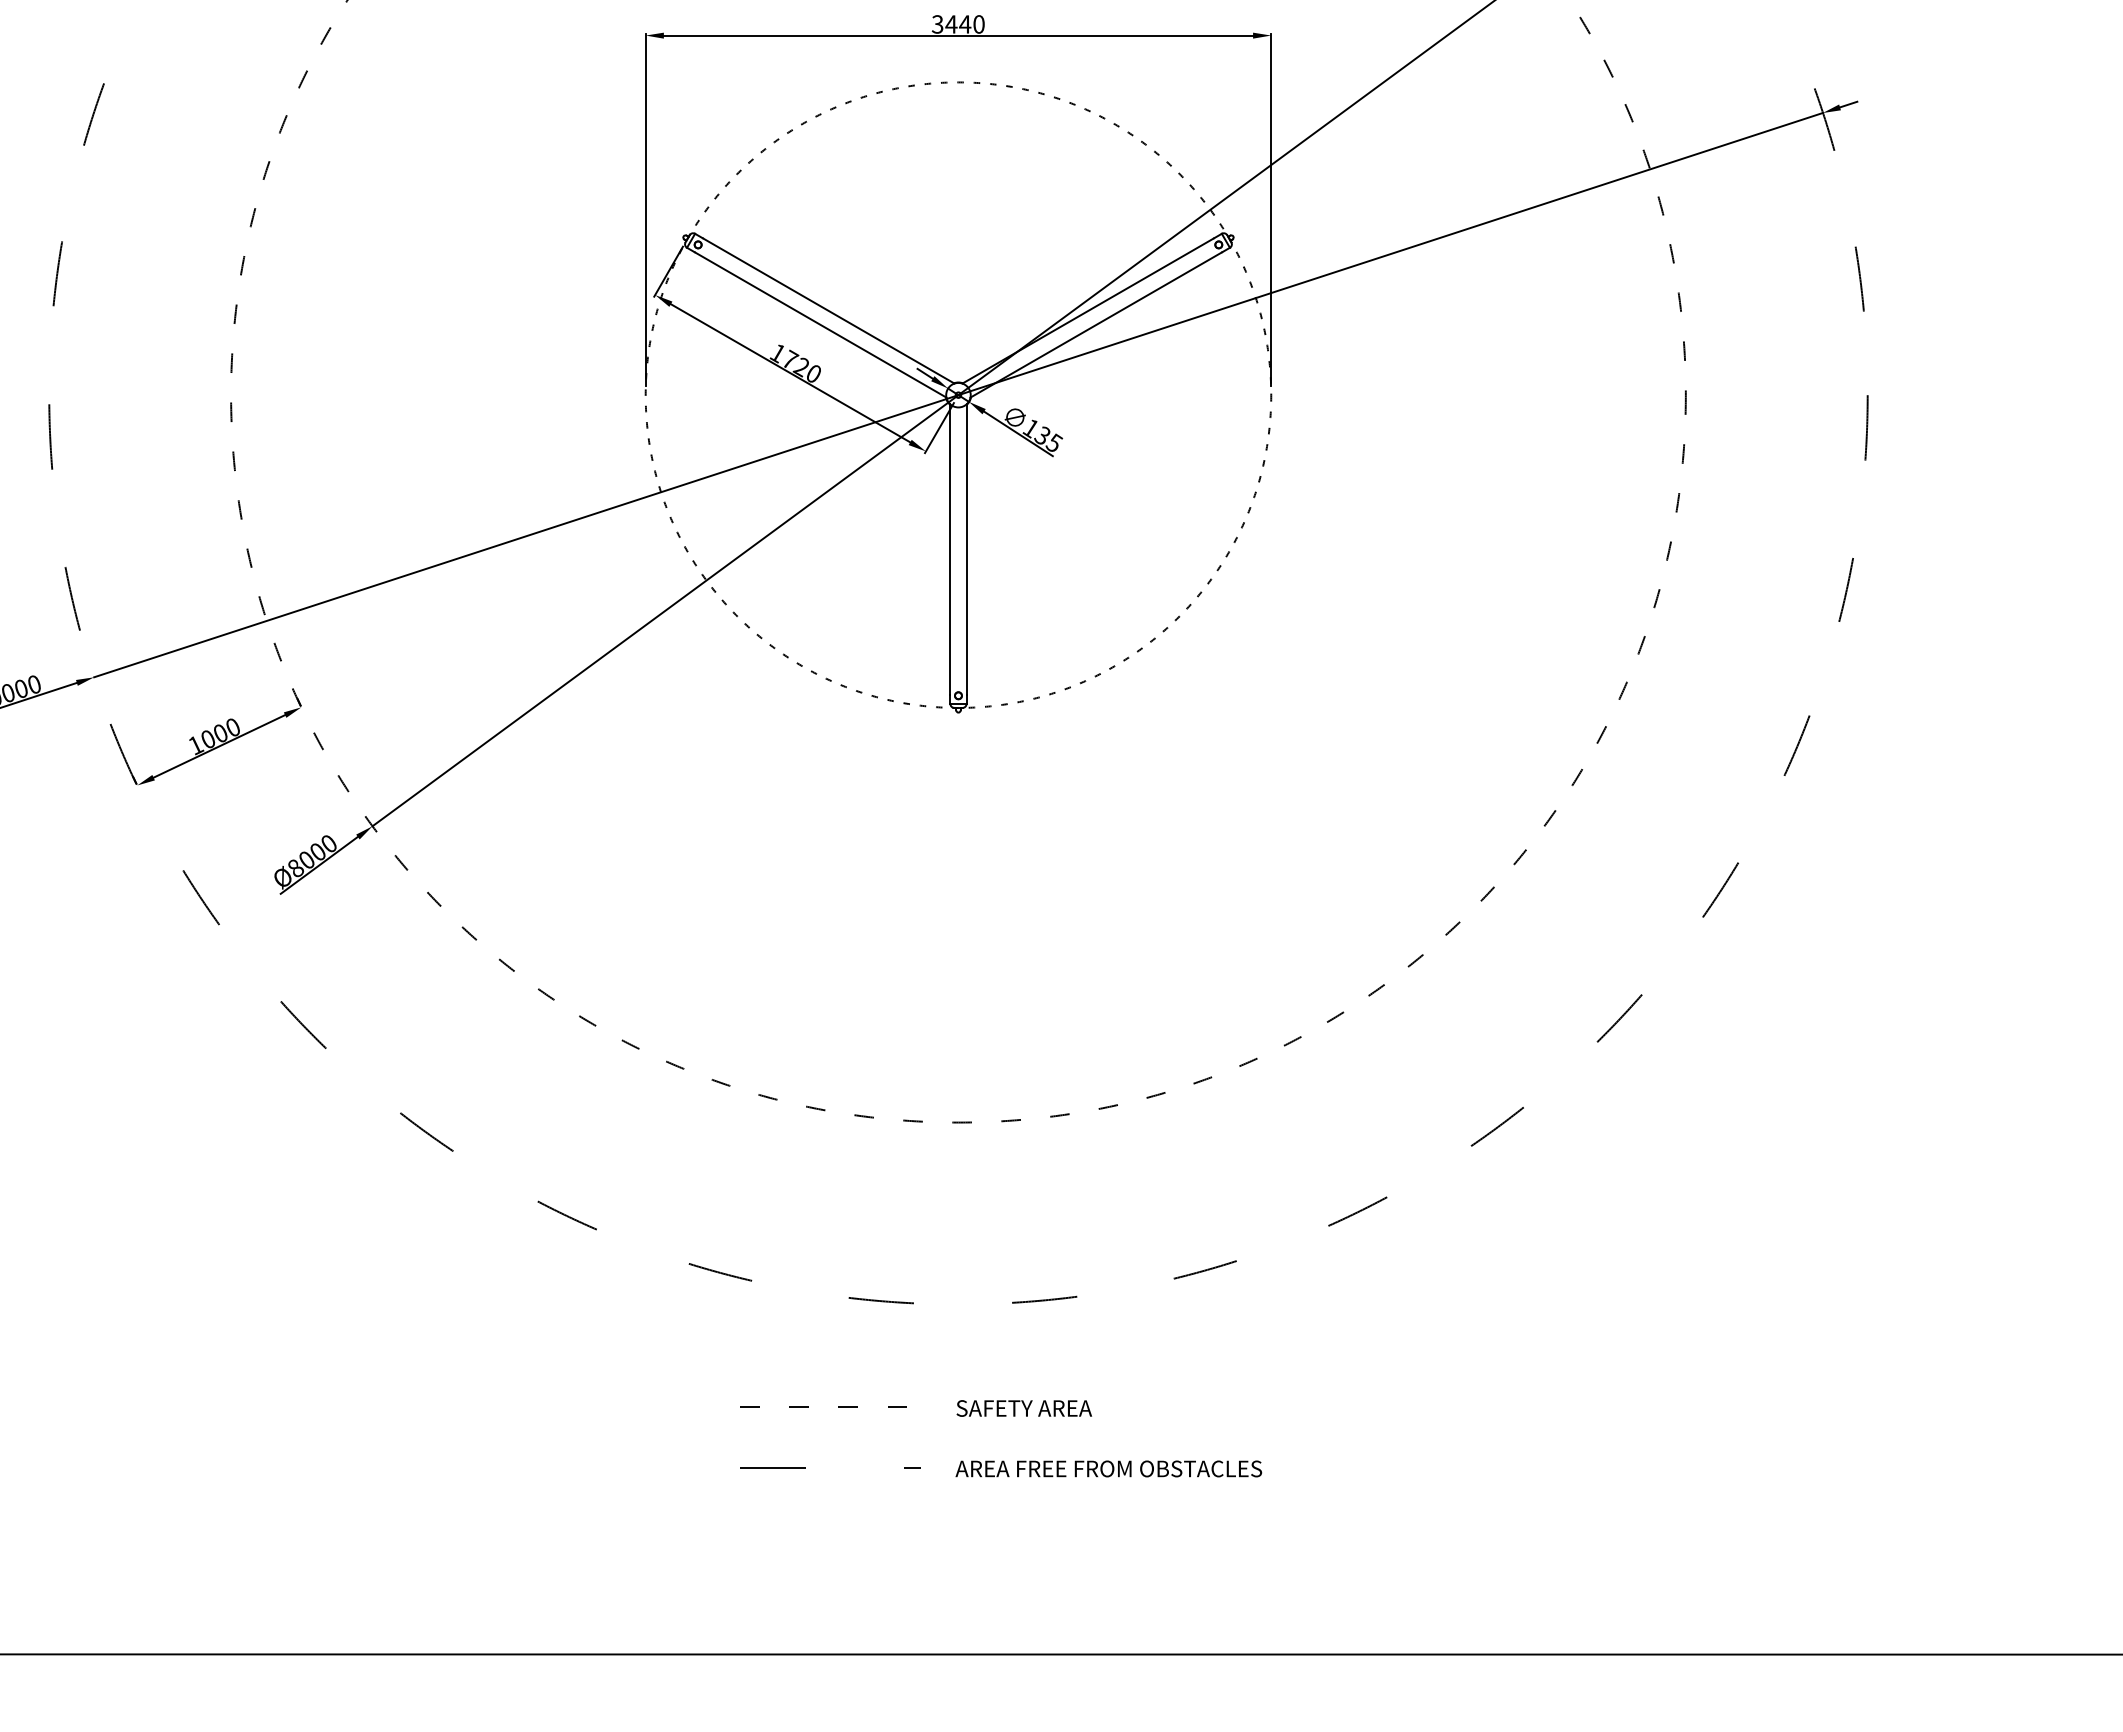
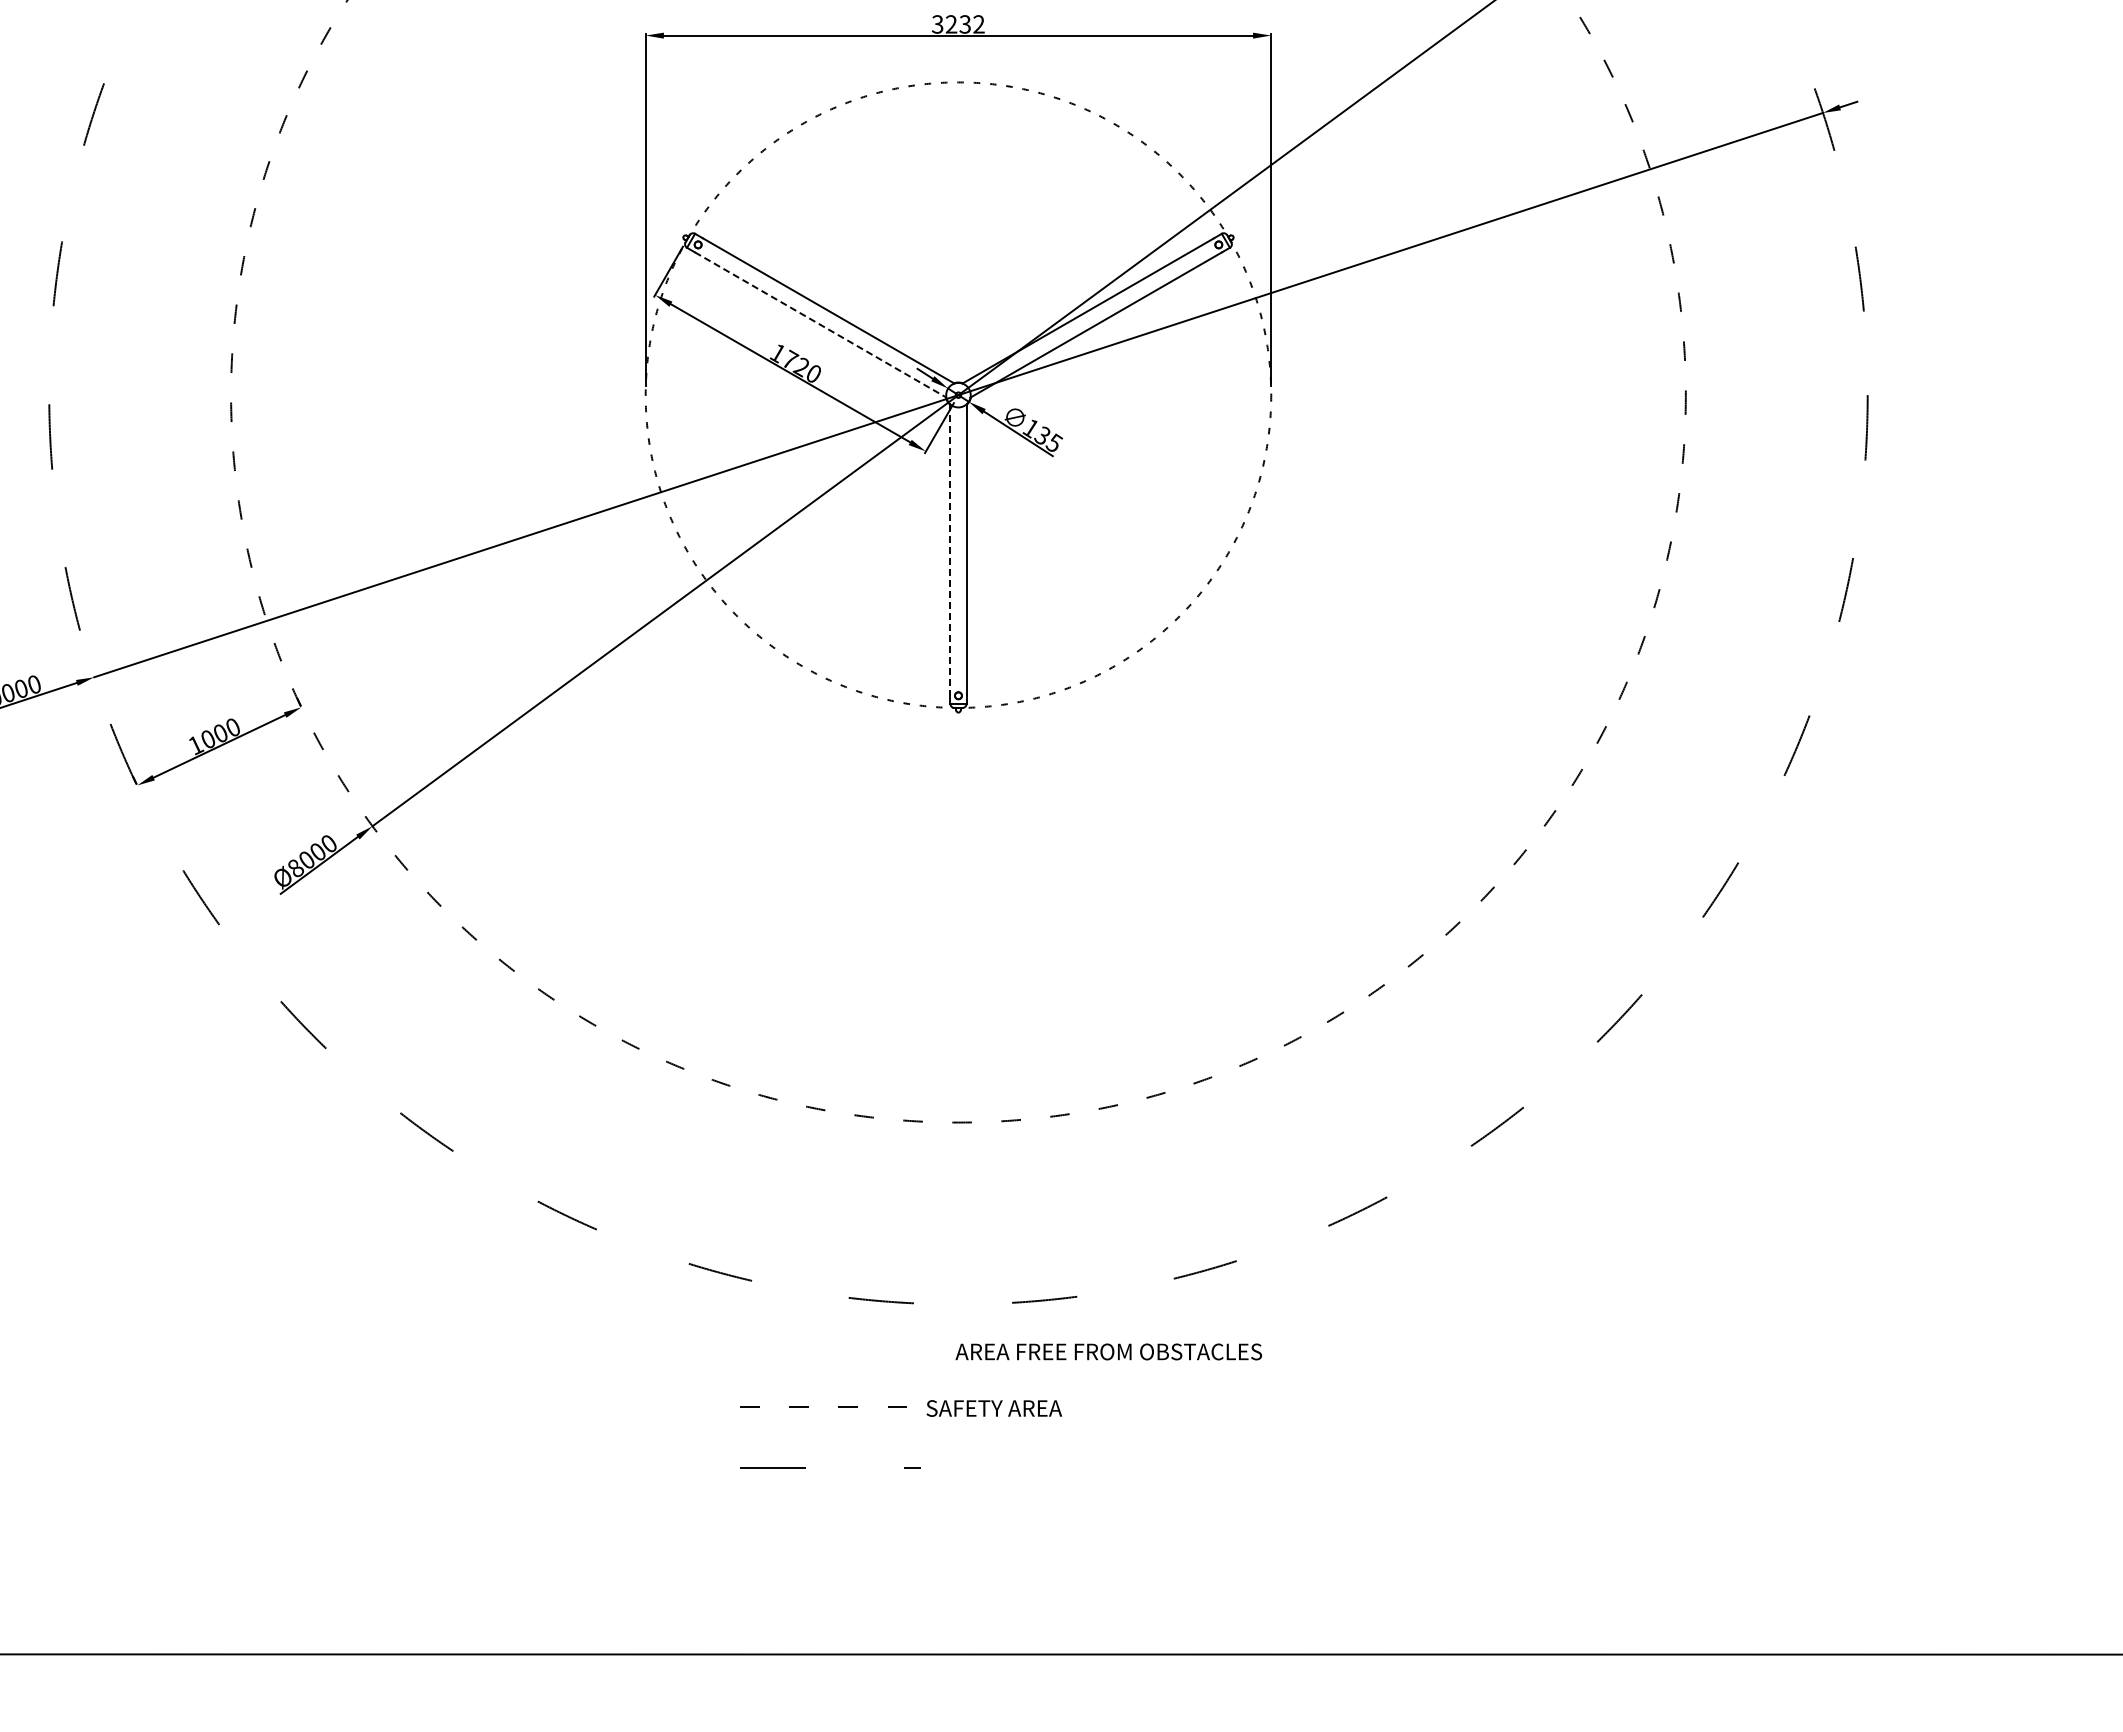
text at (964, 24): 3440 -> 3232
line at (821, 325): solid -> dashed
line at (950, 550): solid -> dashed
text at (1024, 1408) position: (1024, 1408) -> (994, 1408)
text at (1108, 1468) position: (1108, 1468) -> (1108, 1351)
